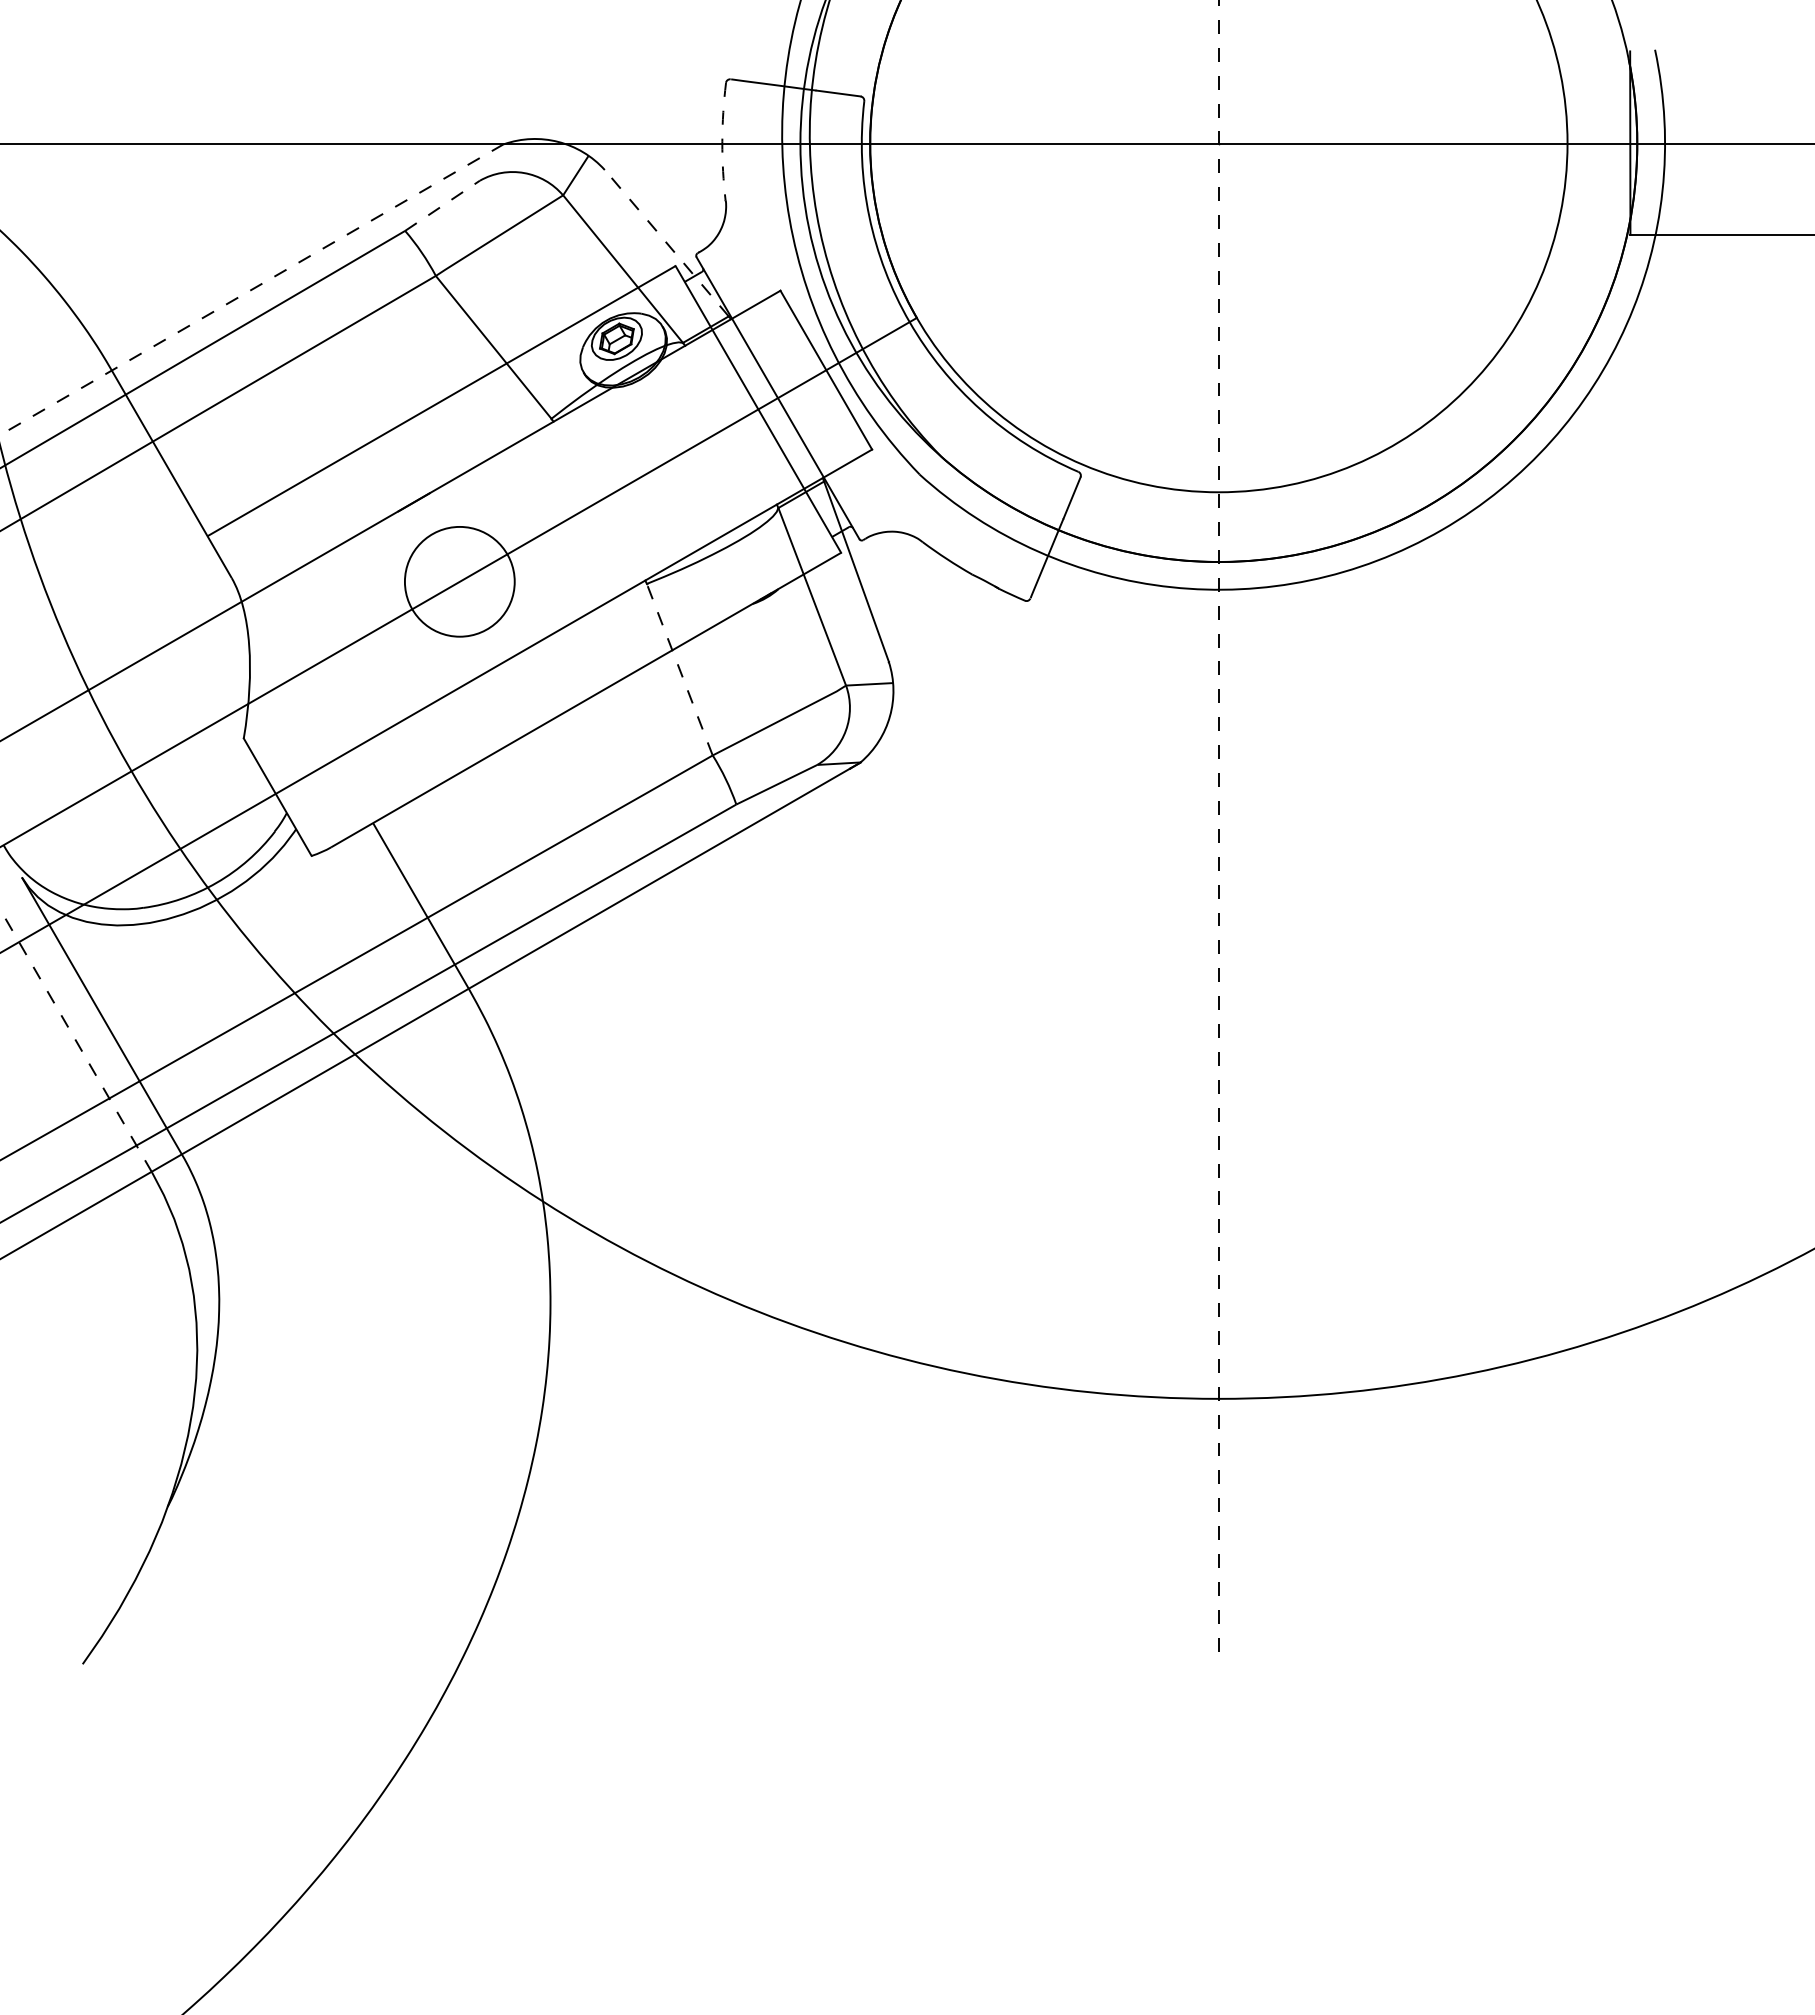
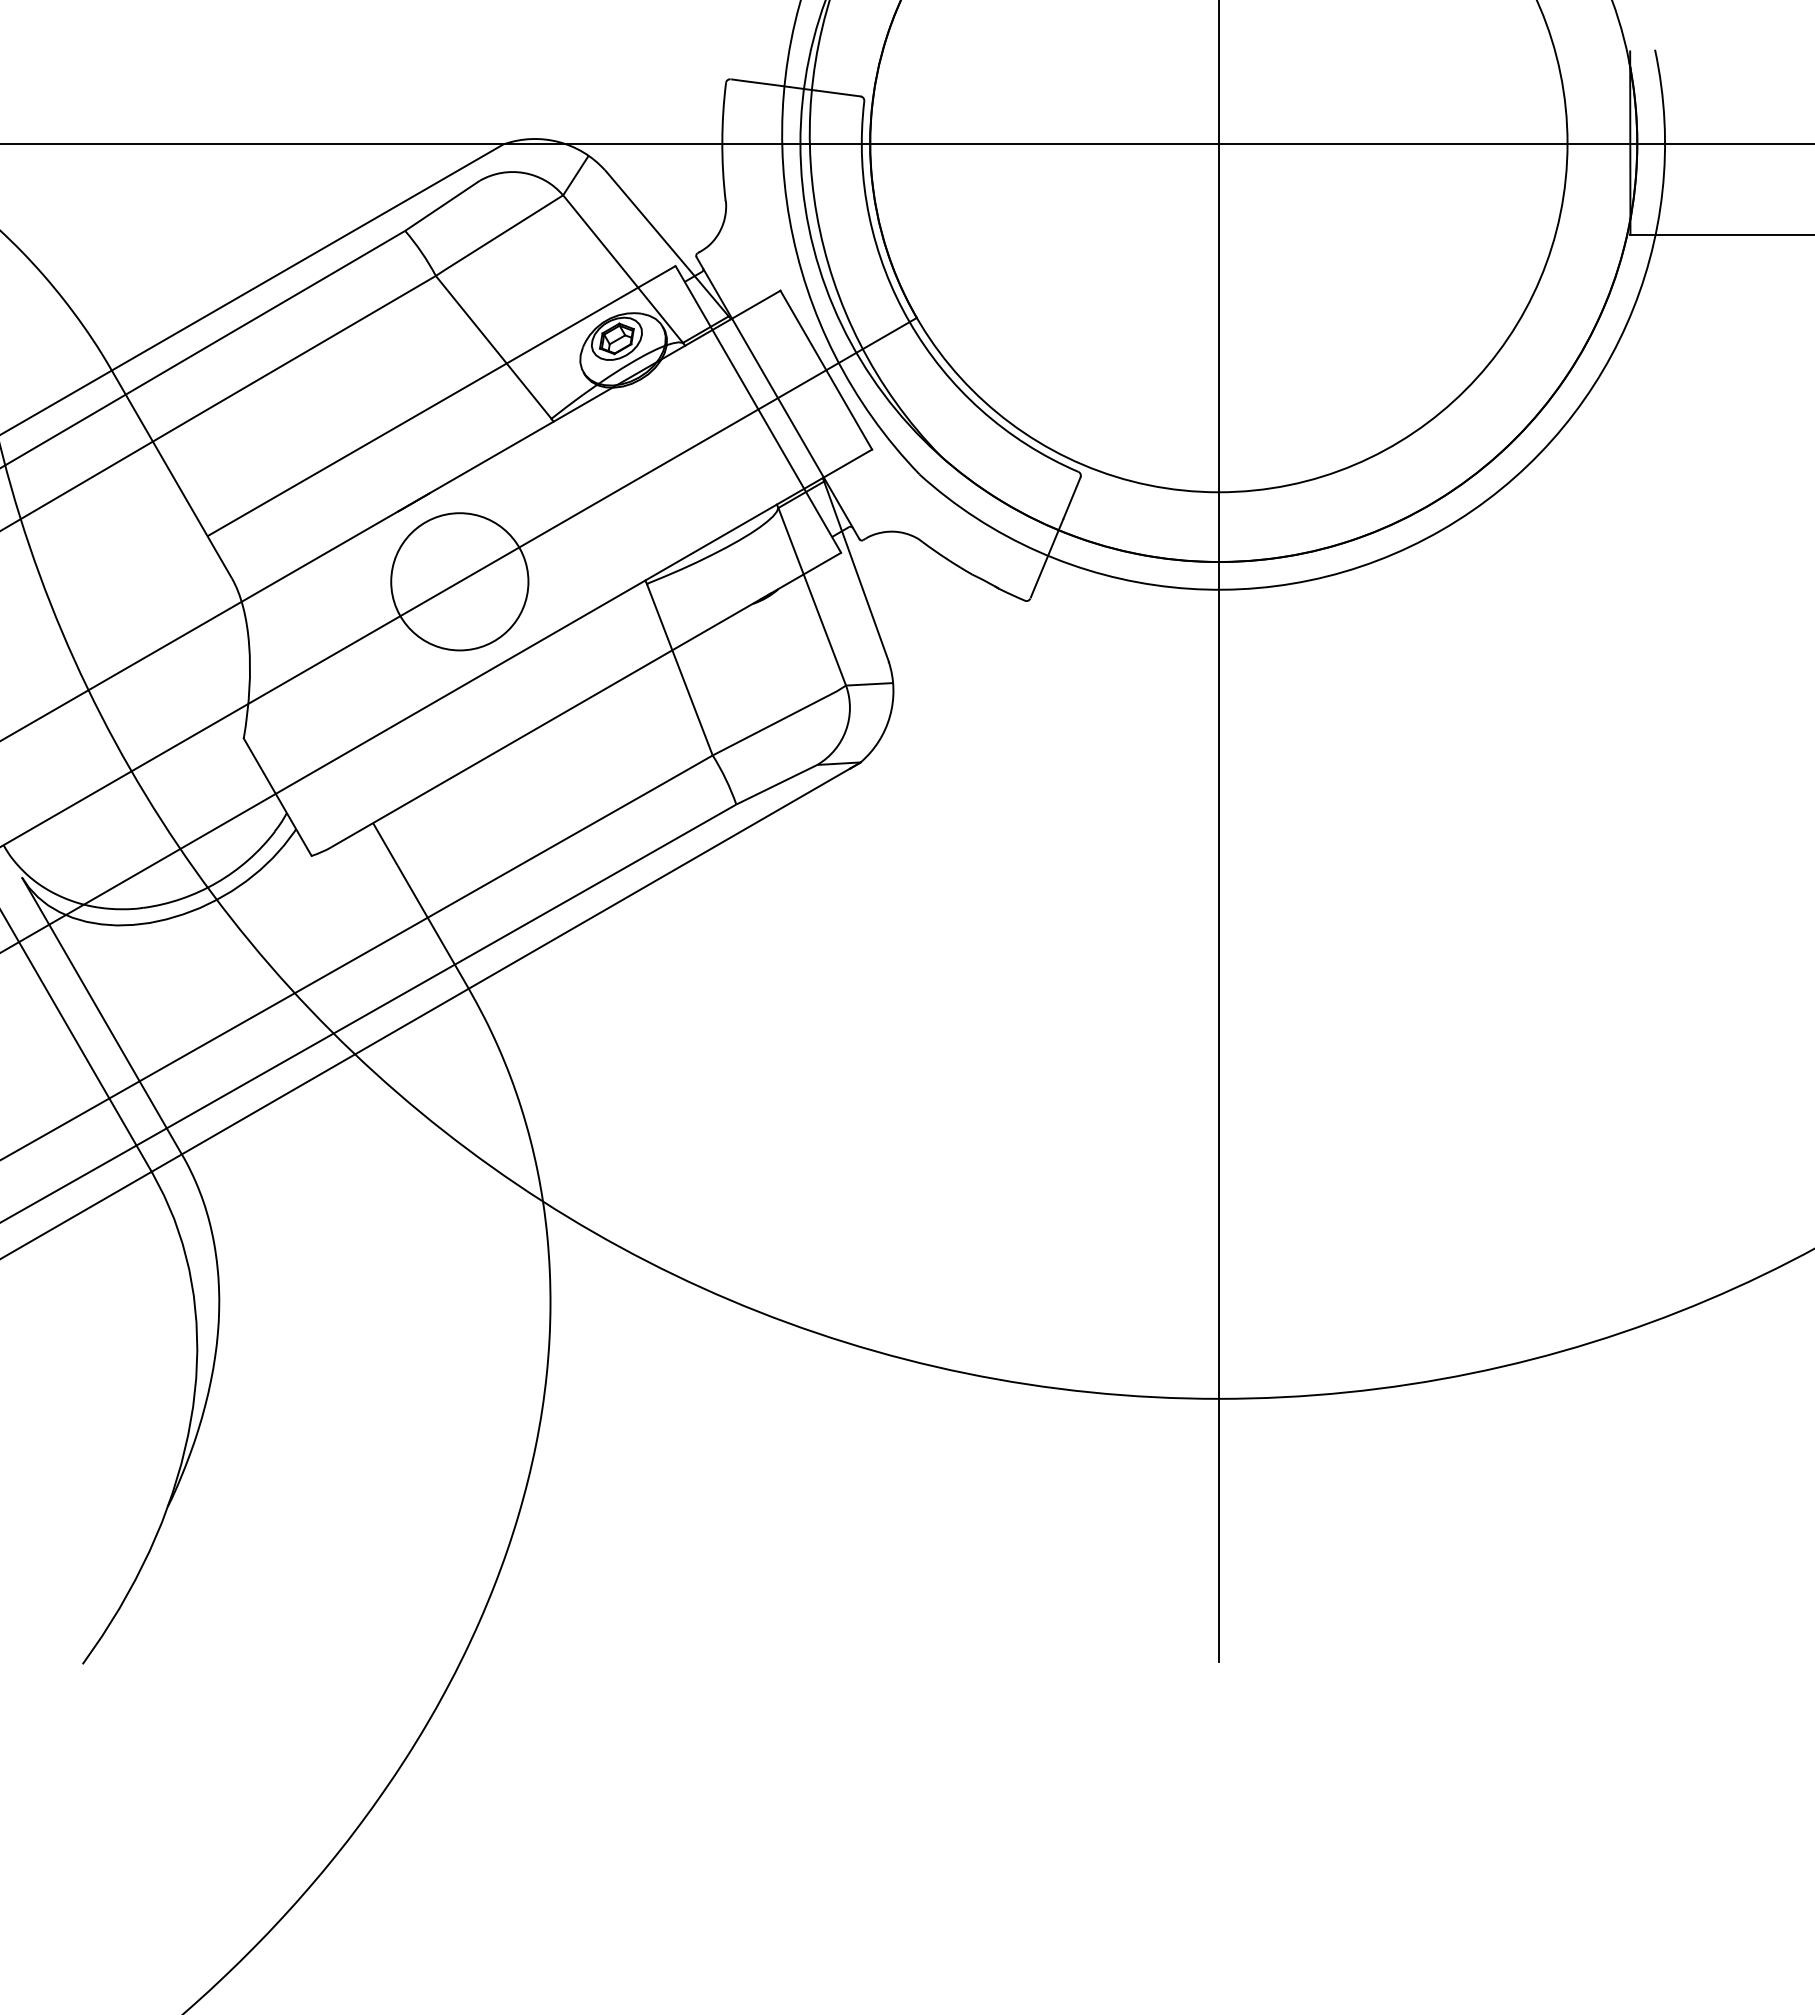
arc at (722, 141): dashed -> solid
line at (442, 205): dashed -> solid
line at (666, 242): dashed -> solid
line at (251, 289): dashed -> solid
circle at (459, 581) diameter: 110 px -> 137 px
line at (679, 669): dashed -> solid
line at (1218, 831): dashed -> solid
line at (76, 1040): dashed -> solid
